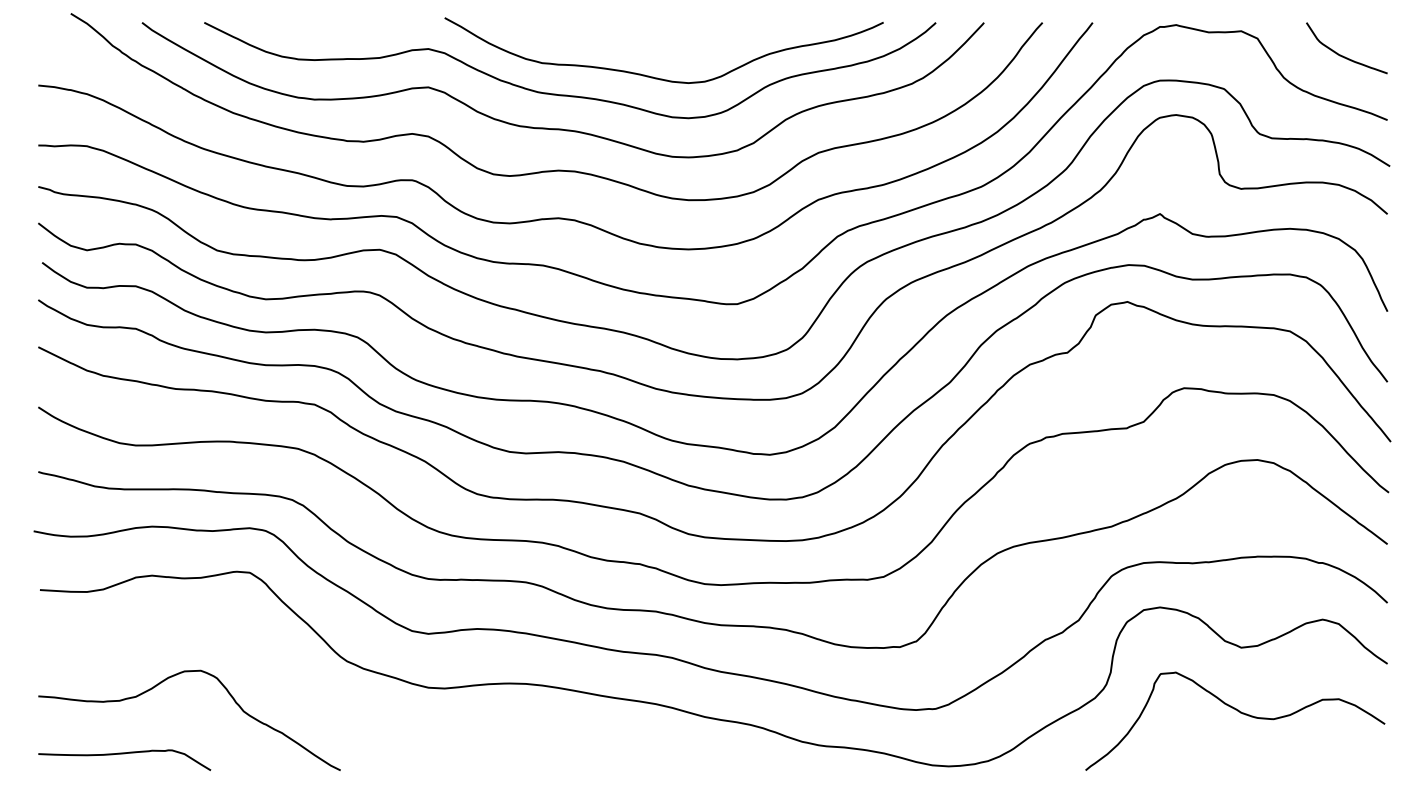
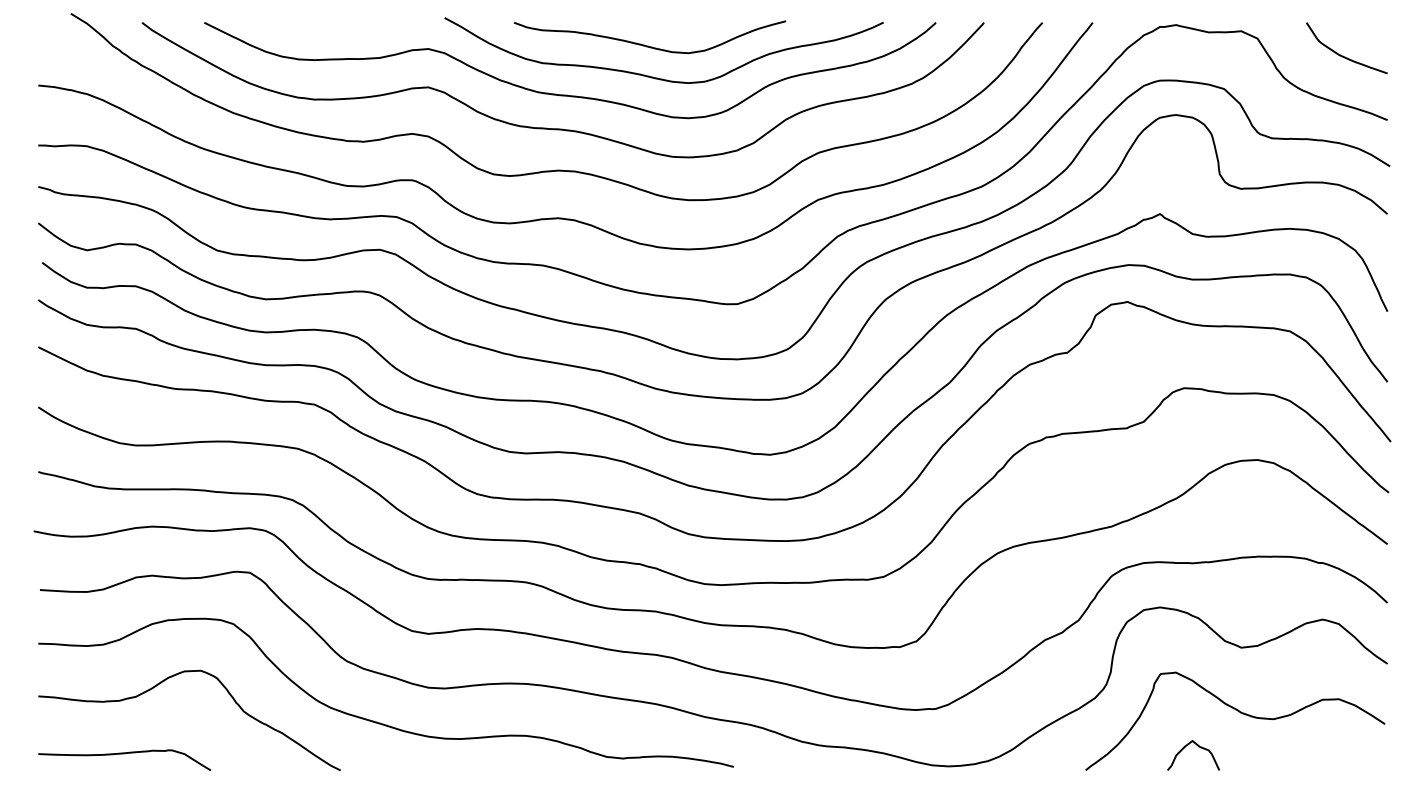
curve at (648, 45): none -> present
curve at (377, 721): none -> present
curve at (1198, 747): none -> present
